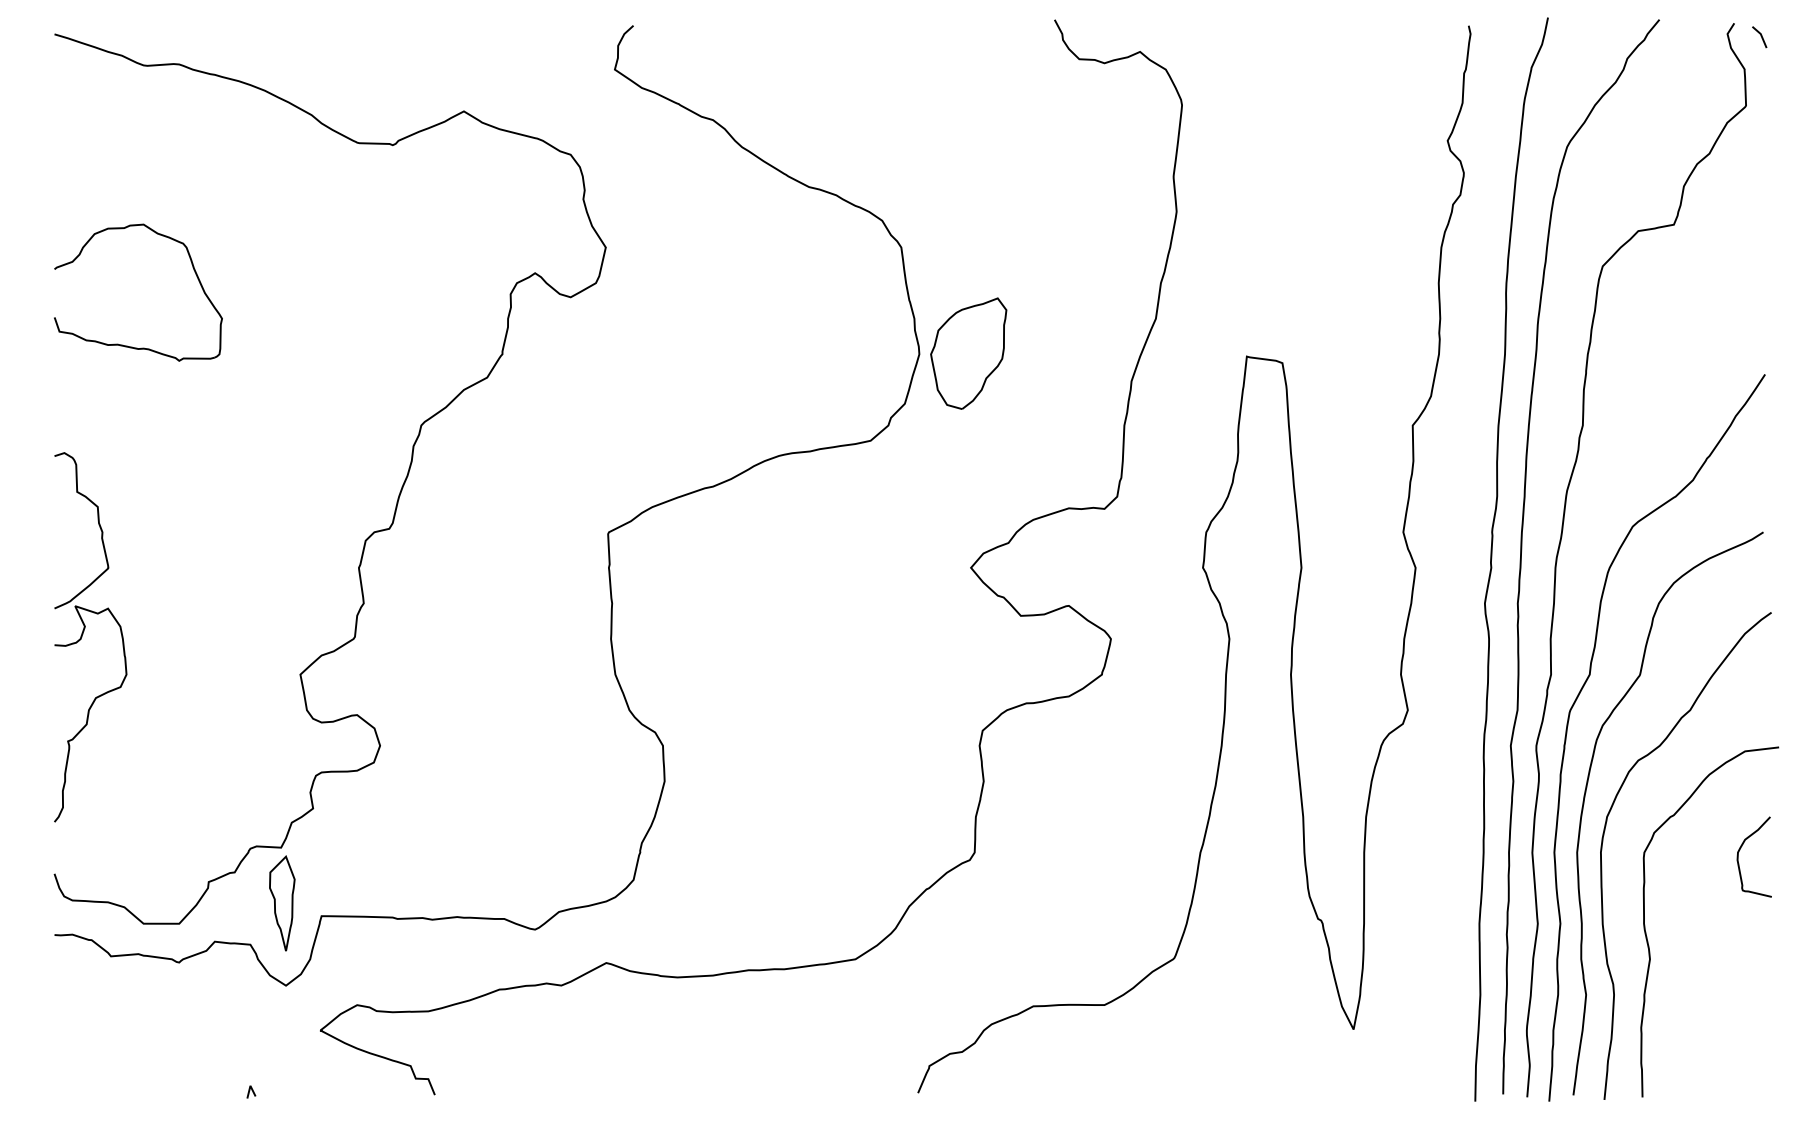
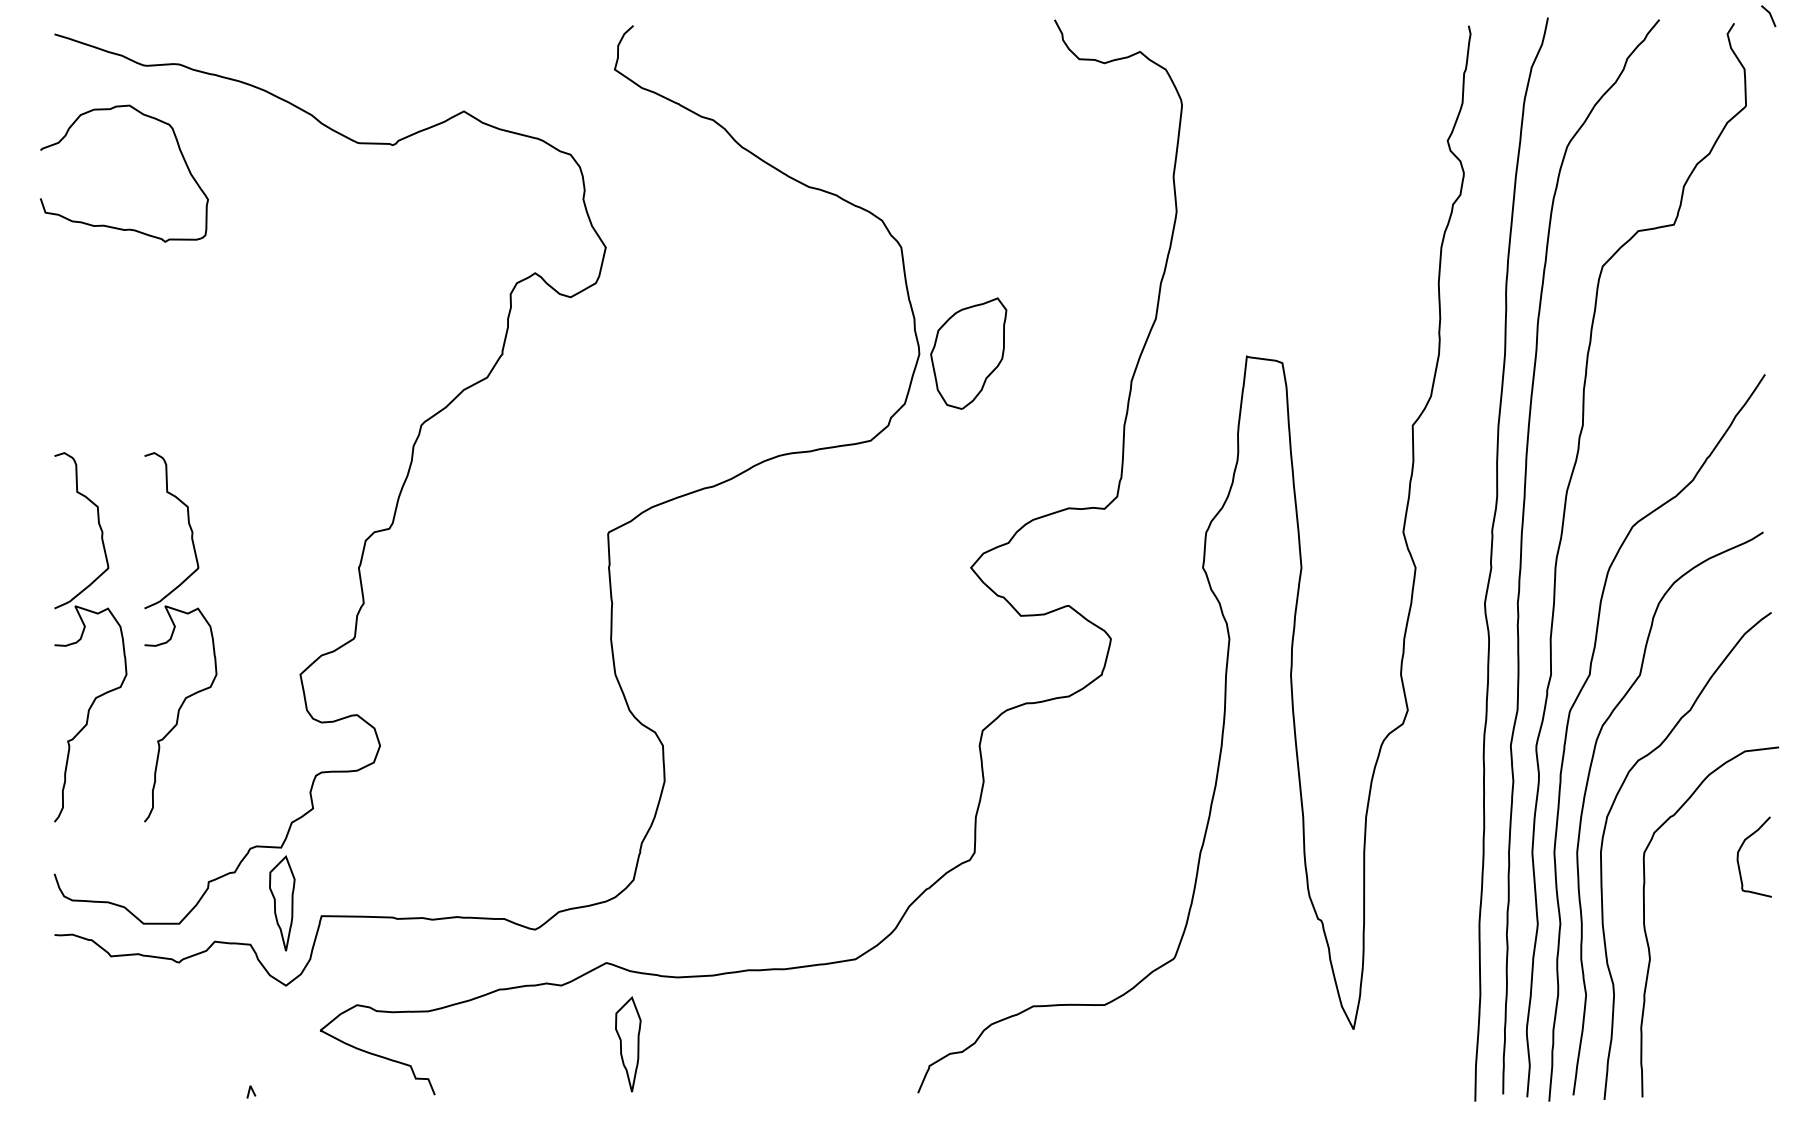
line at (1760, 36) position: (1760, 36) -> (1769, 15)
part at (127, 345) position: (127, 345) -> (113, 226)
part at (173, 634): none -> present
part at (628, 1044): none -> present
